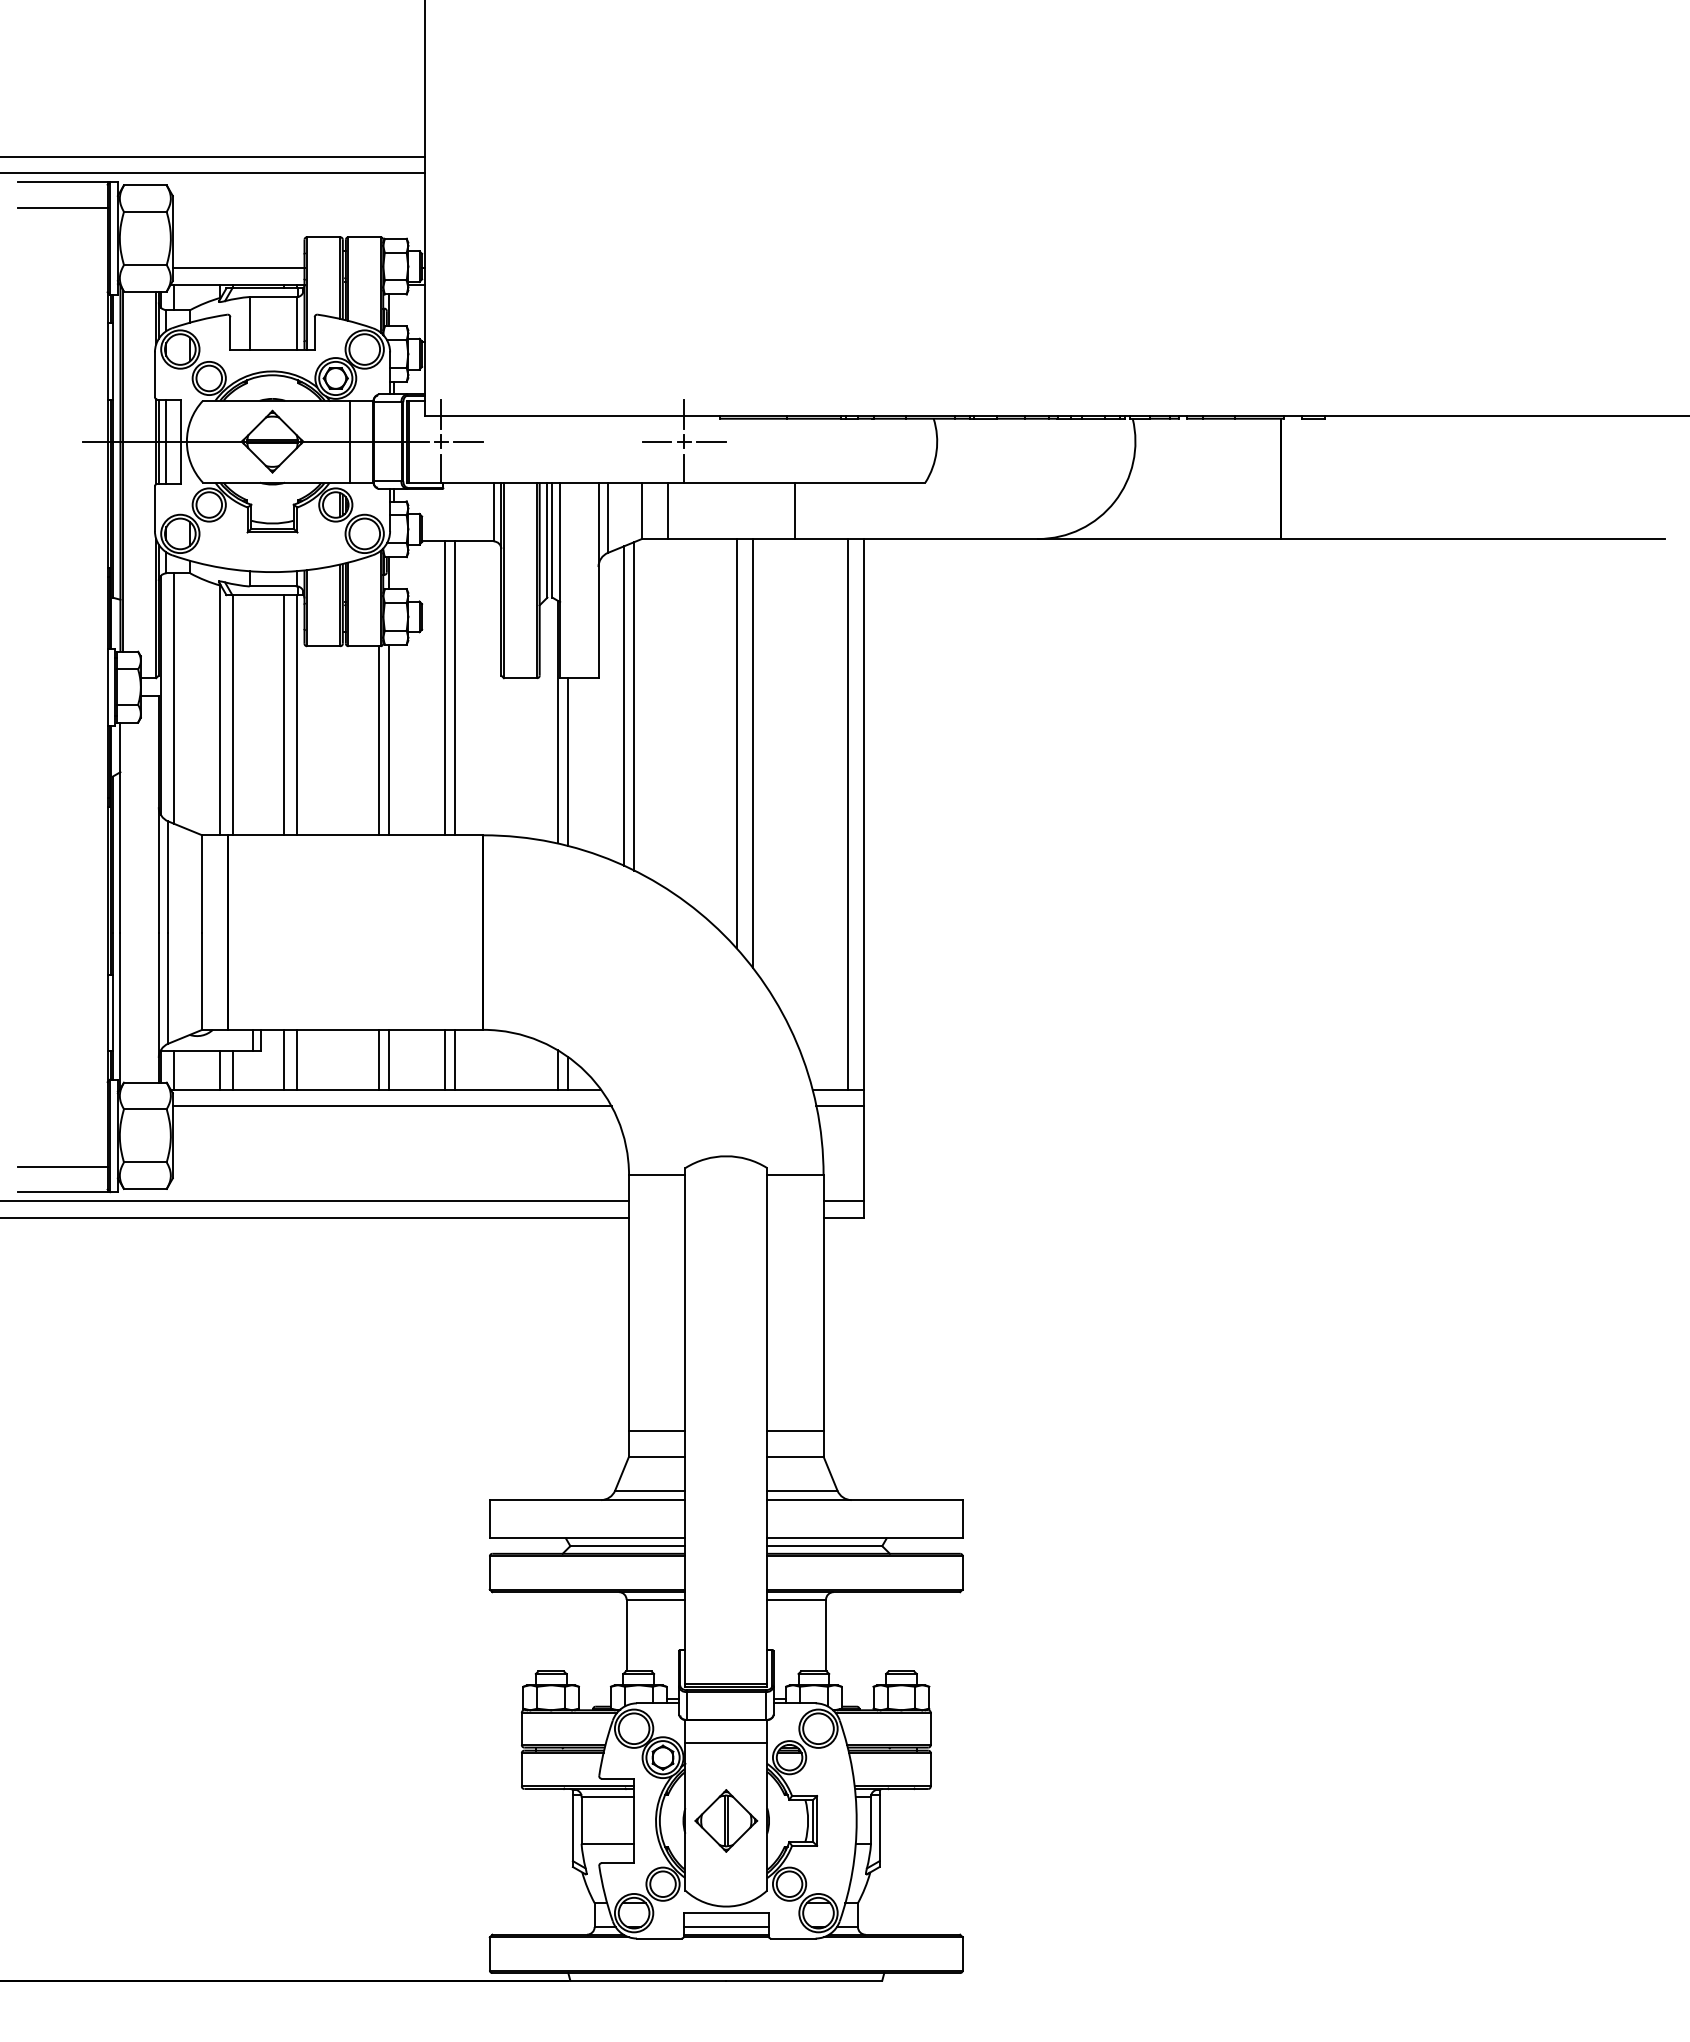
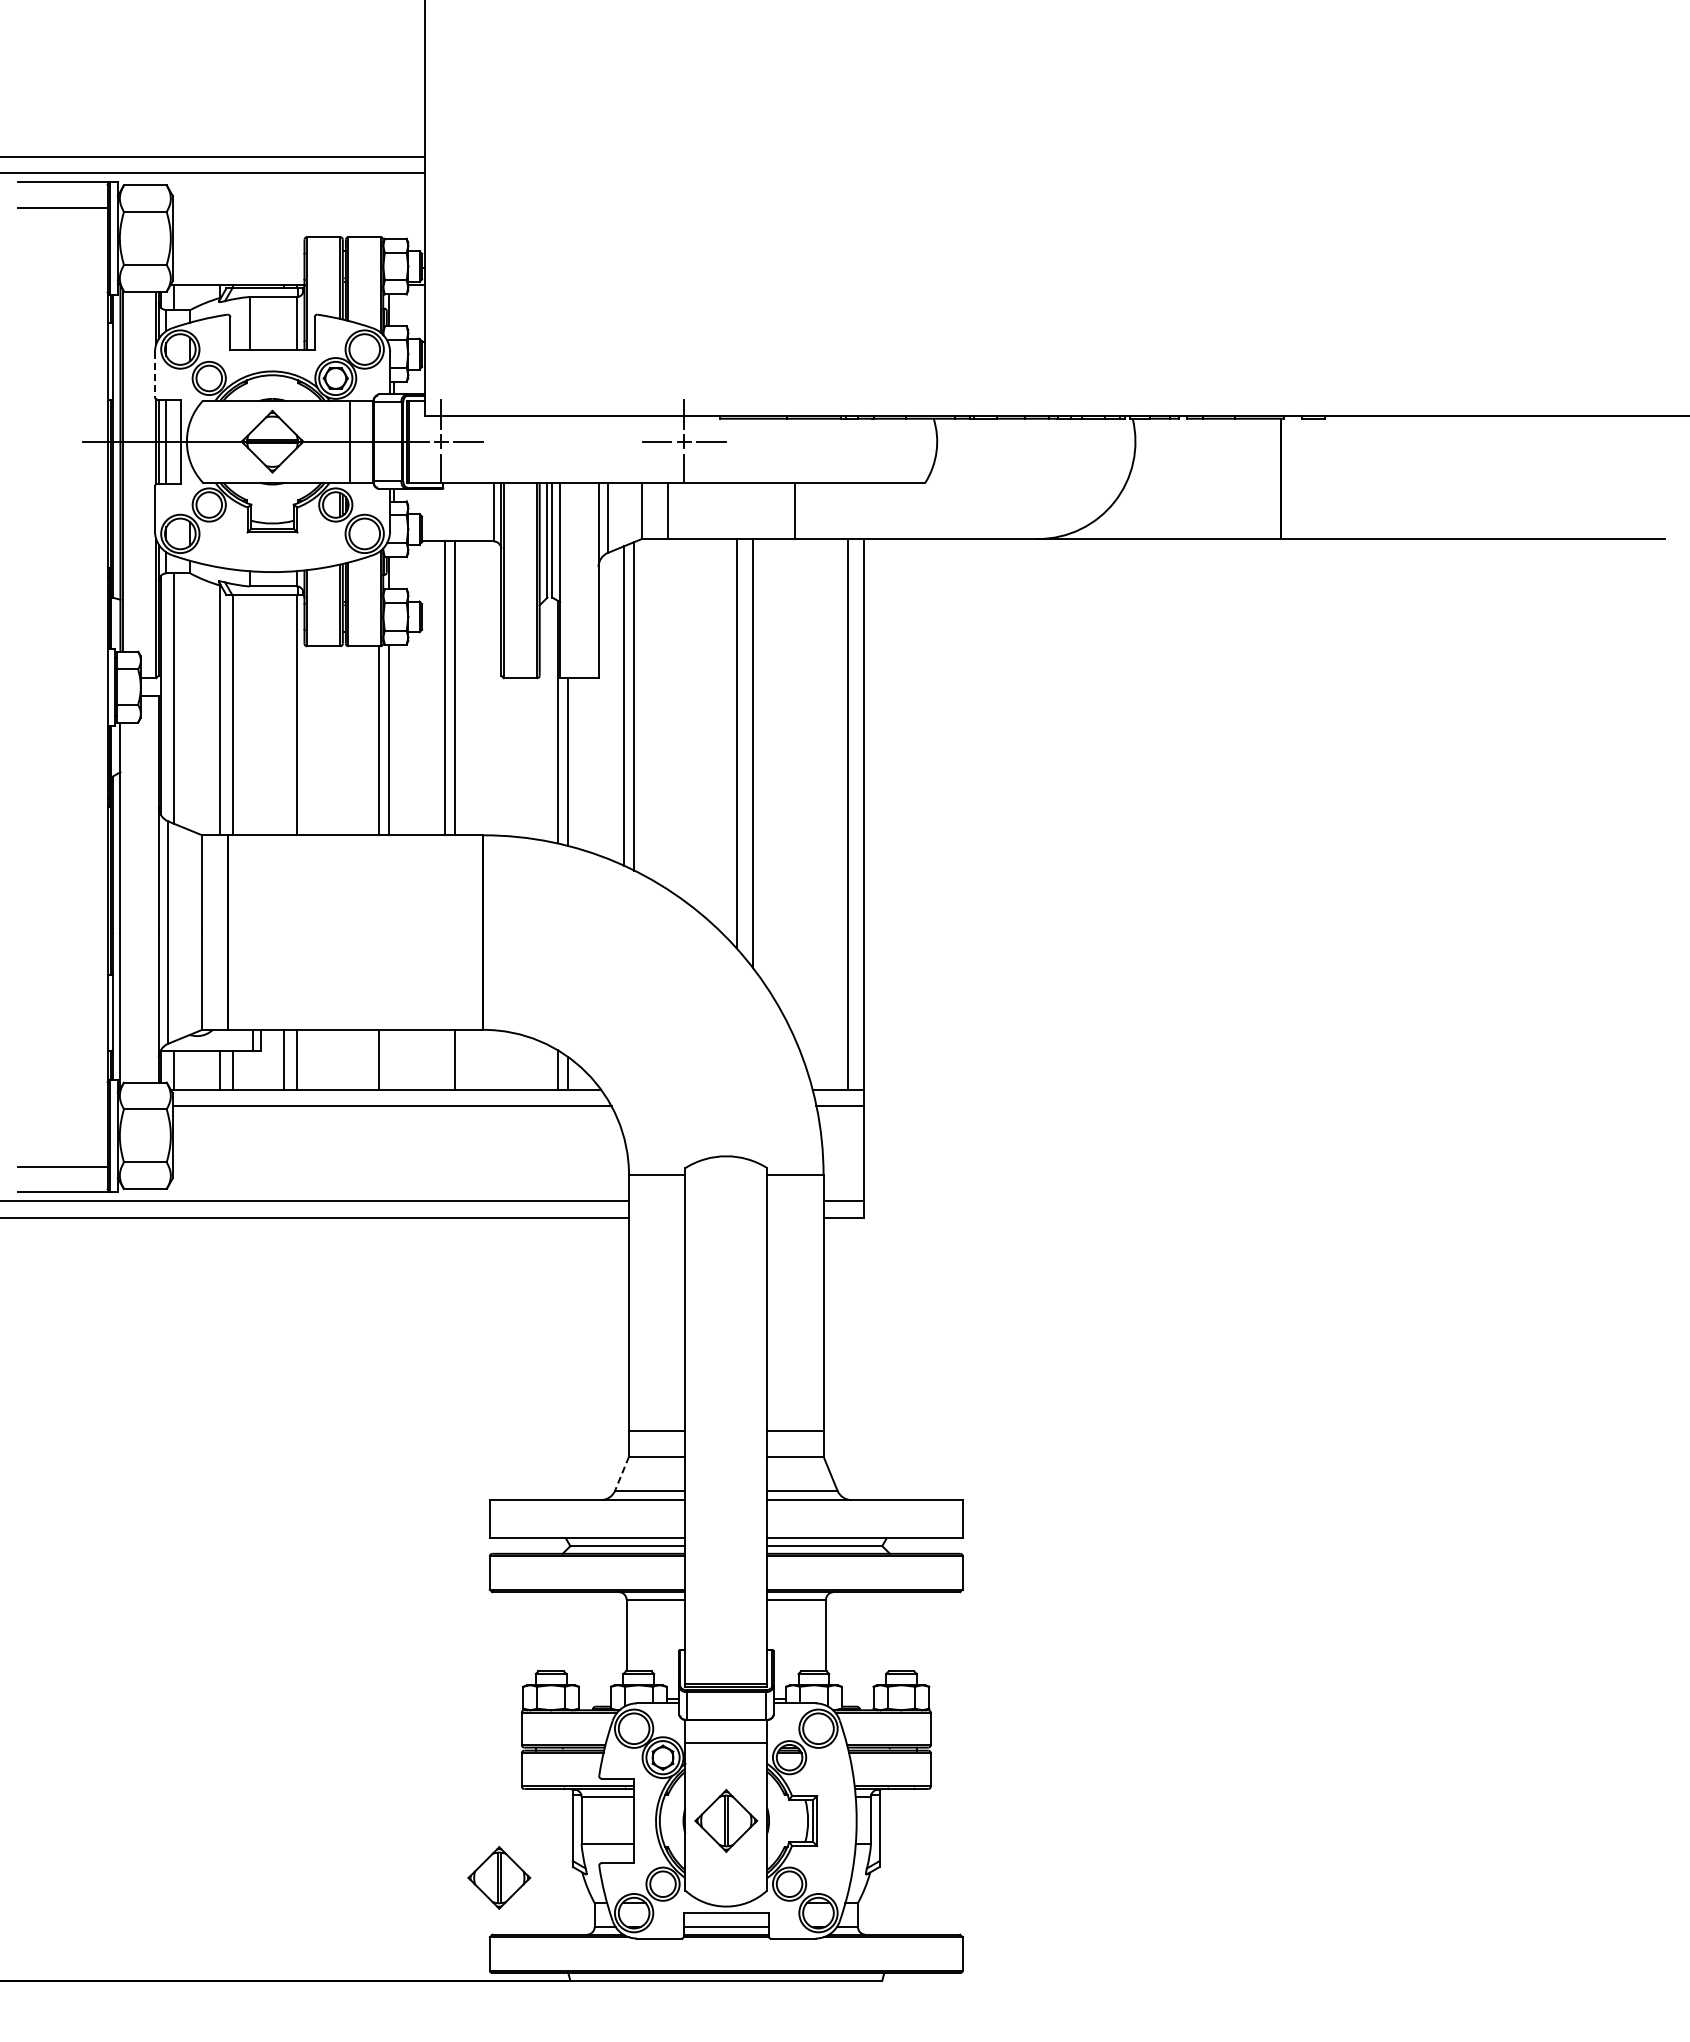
line at (238, 268): present -> none
line at (154, 375): solid -> dashed
line at (283, 715): present -> none
line at (388, 1059): present -> none
line at (445, 1059): present -> none
line at (621, 1474): solid -> dashed
part at (499, 1877): none -> present
